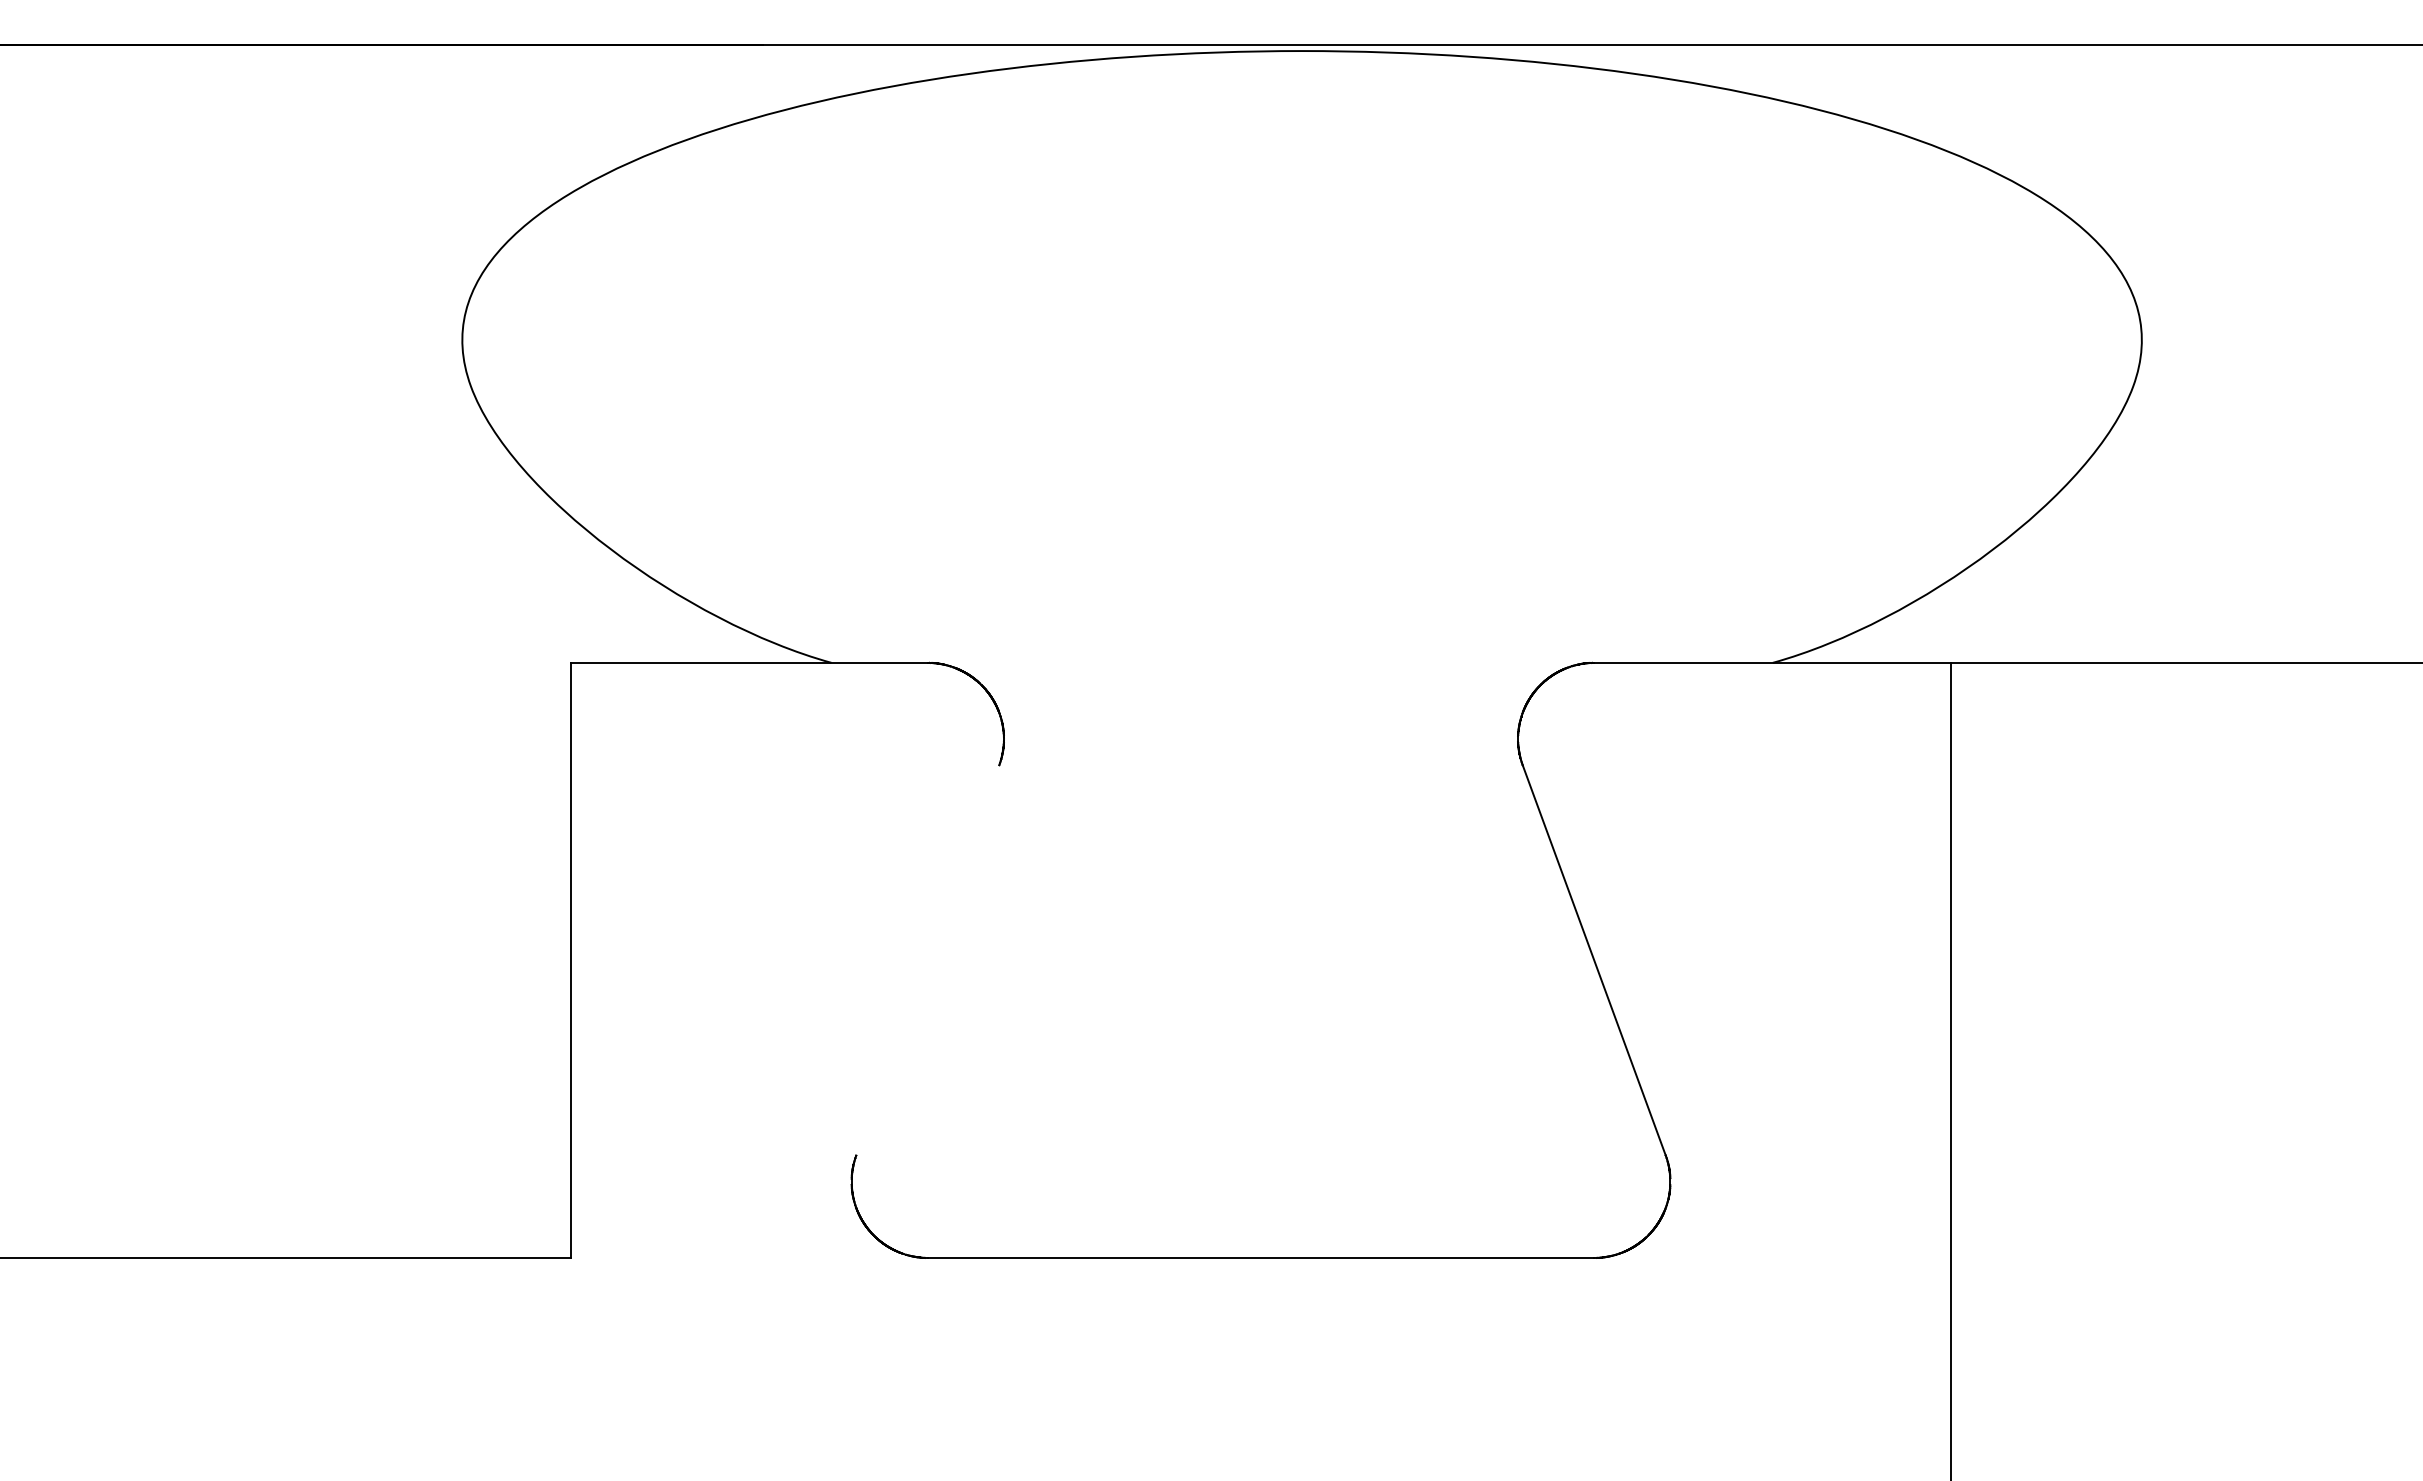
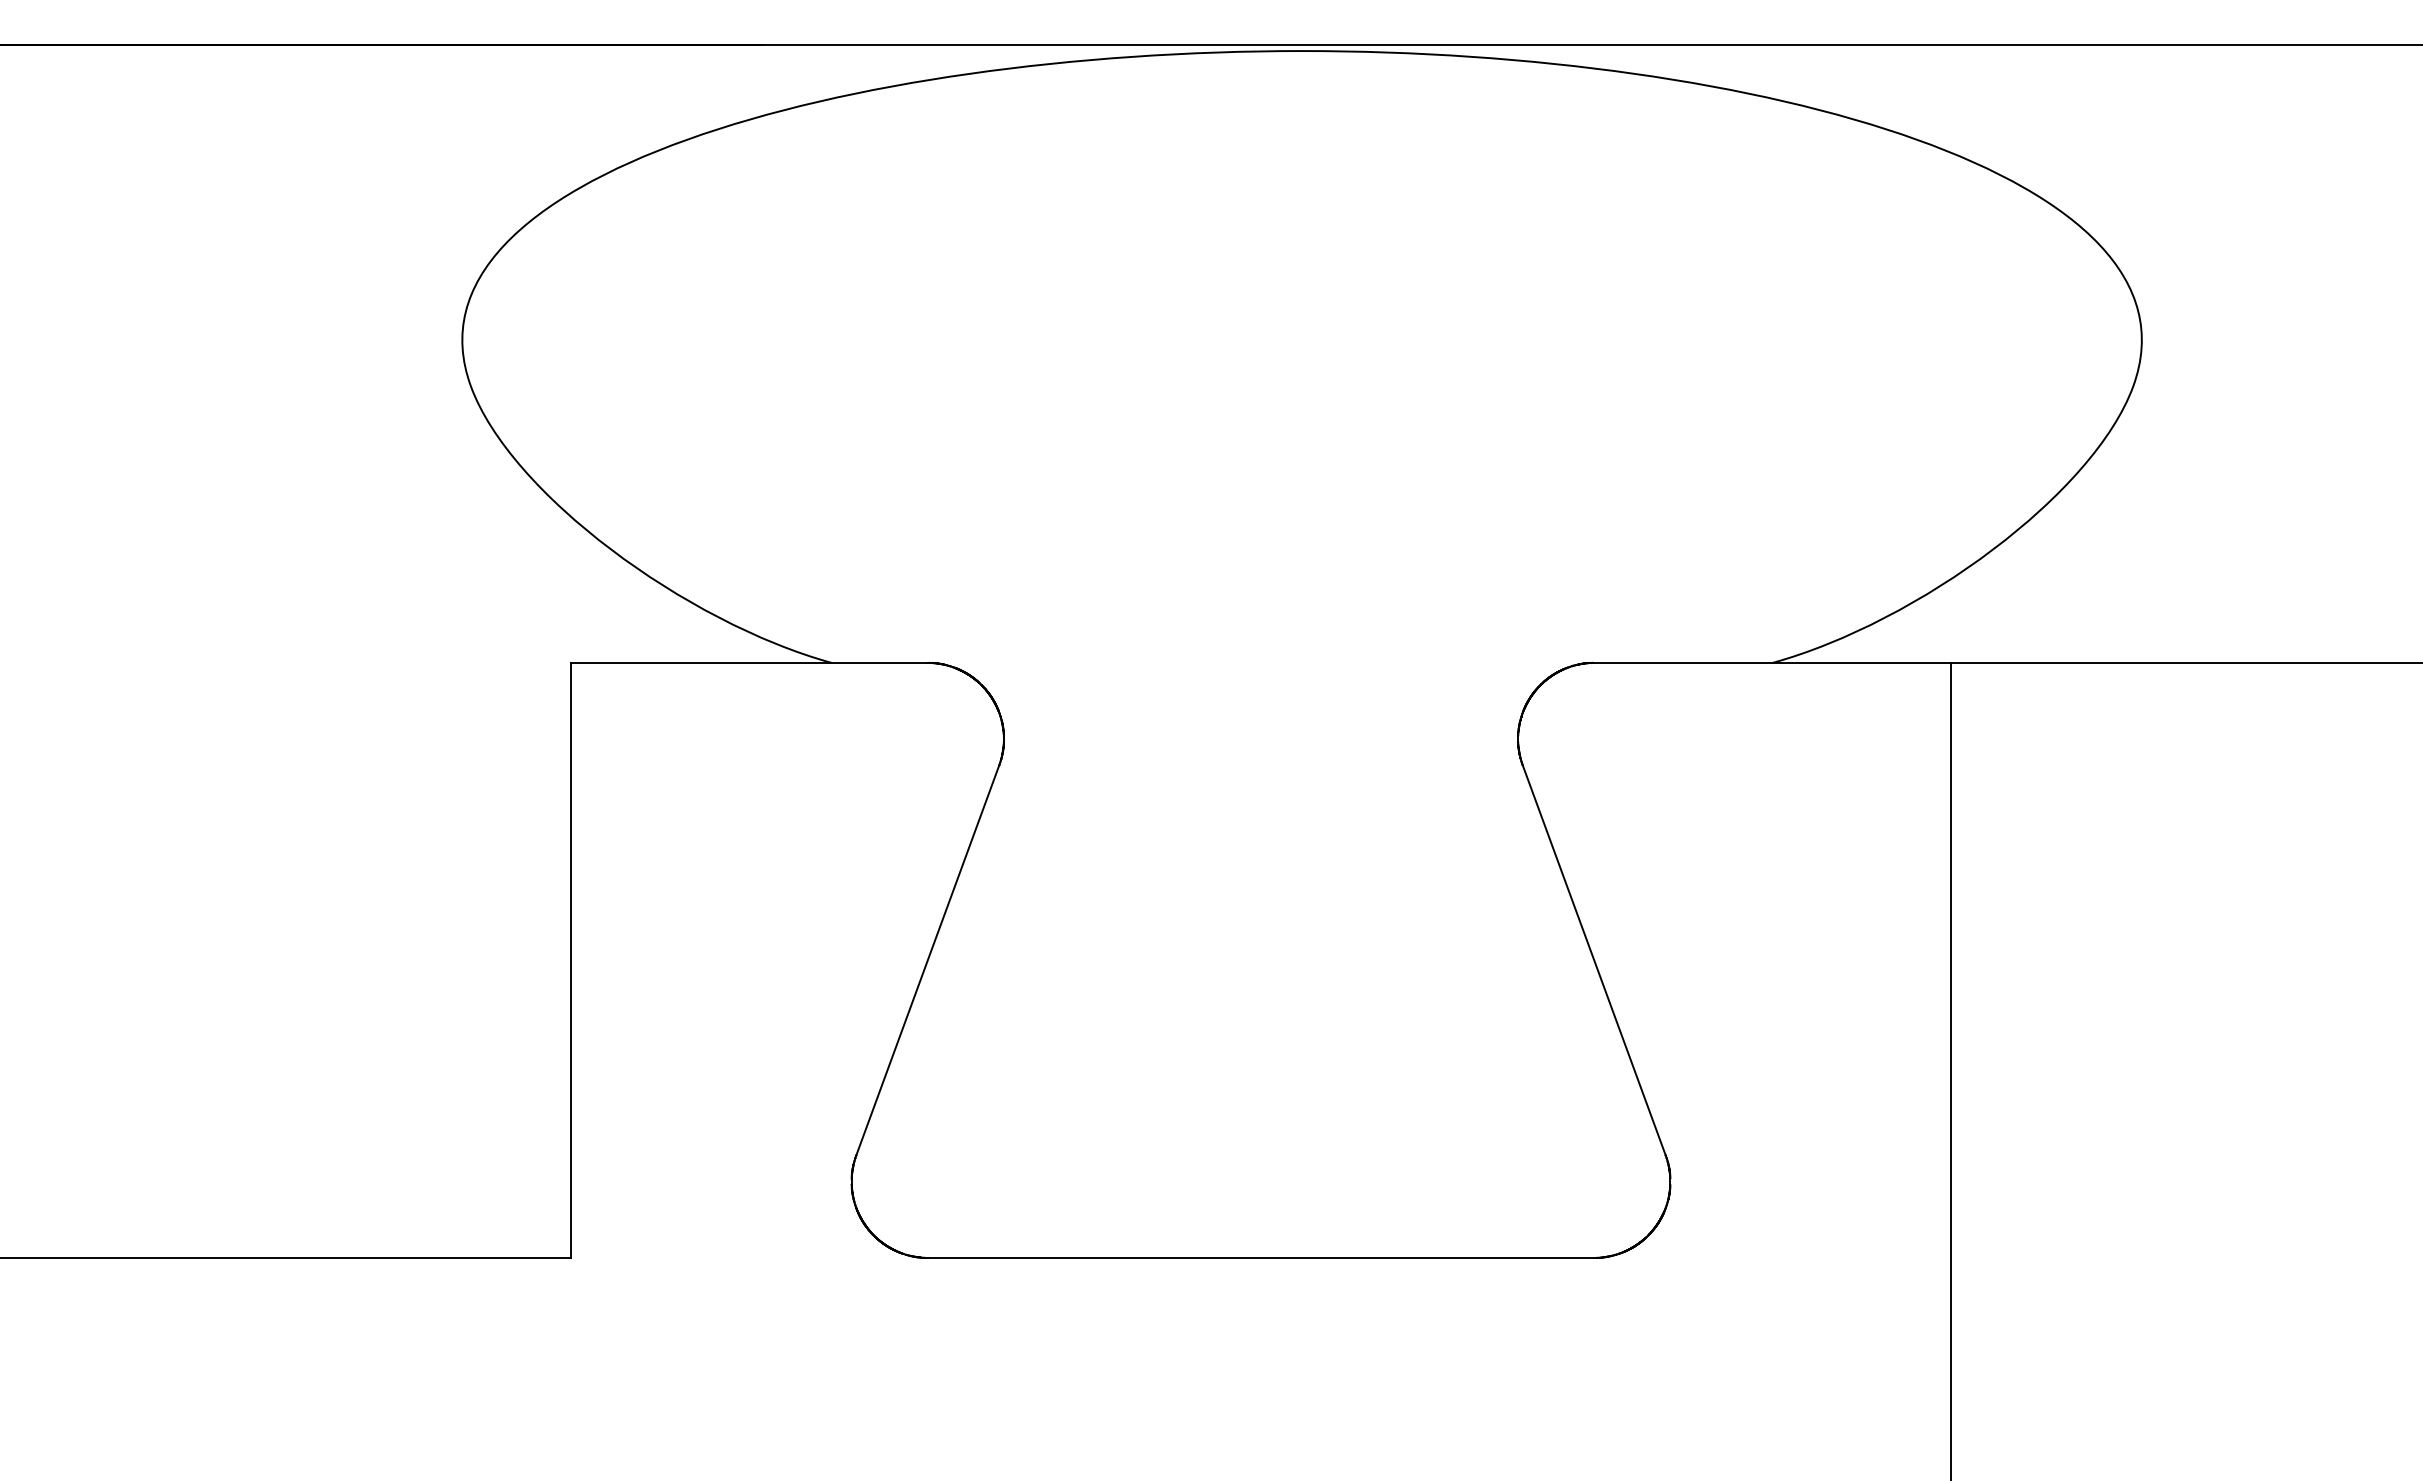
line at (927, 960): none -> present
